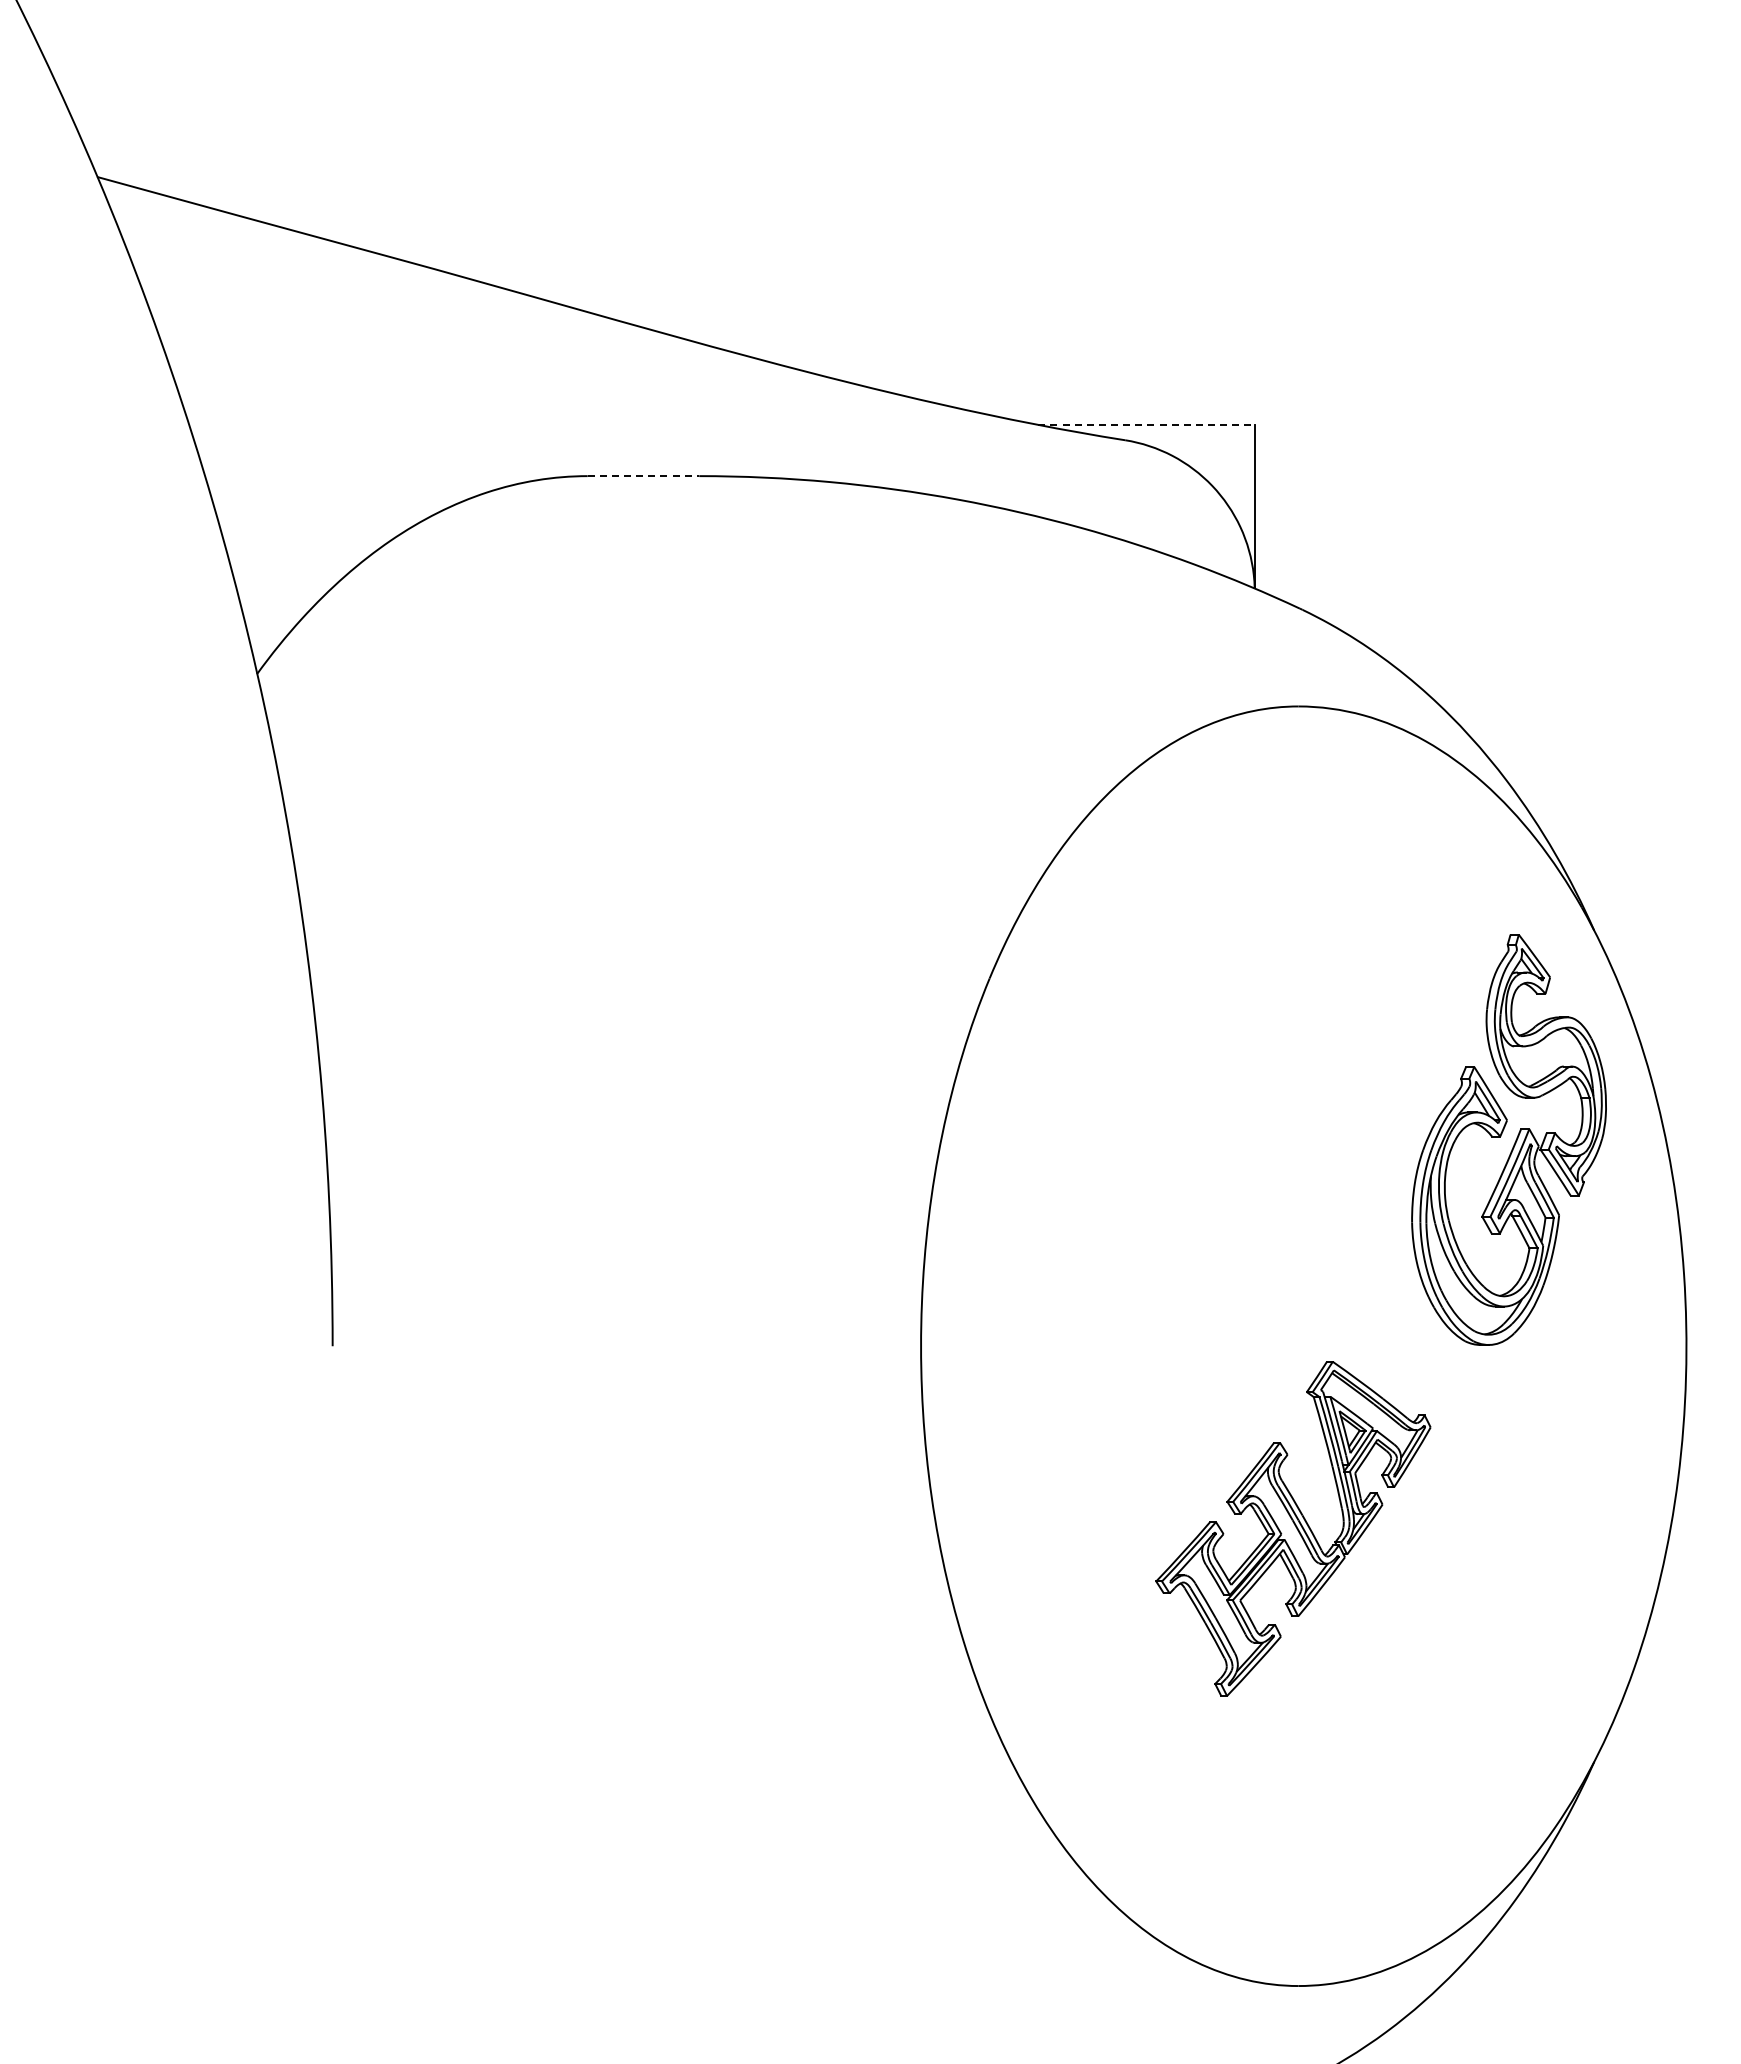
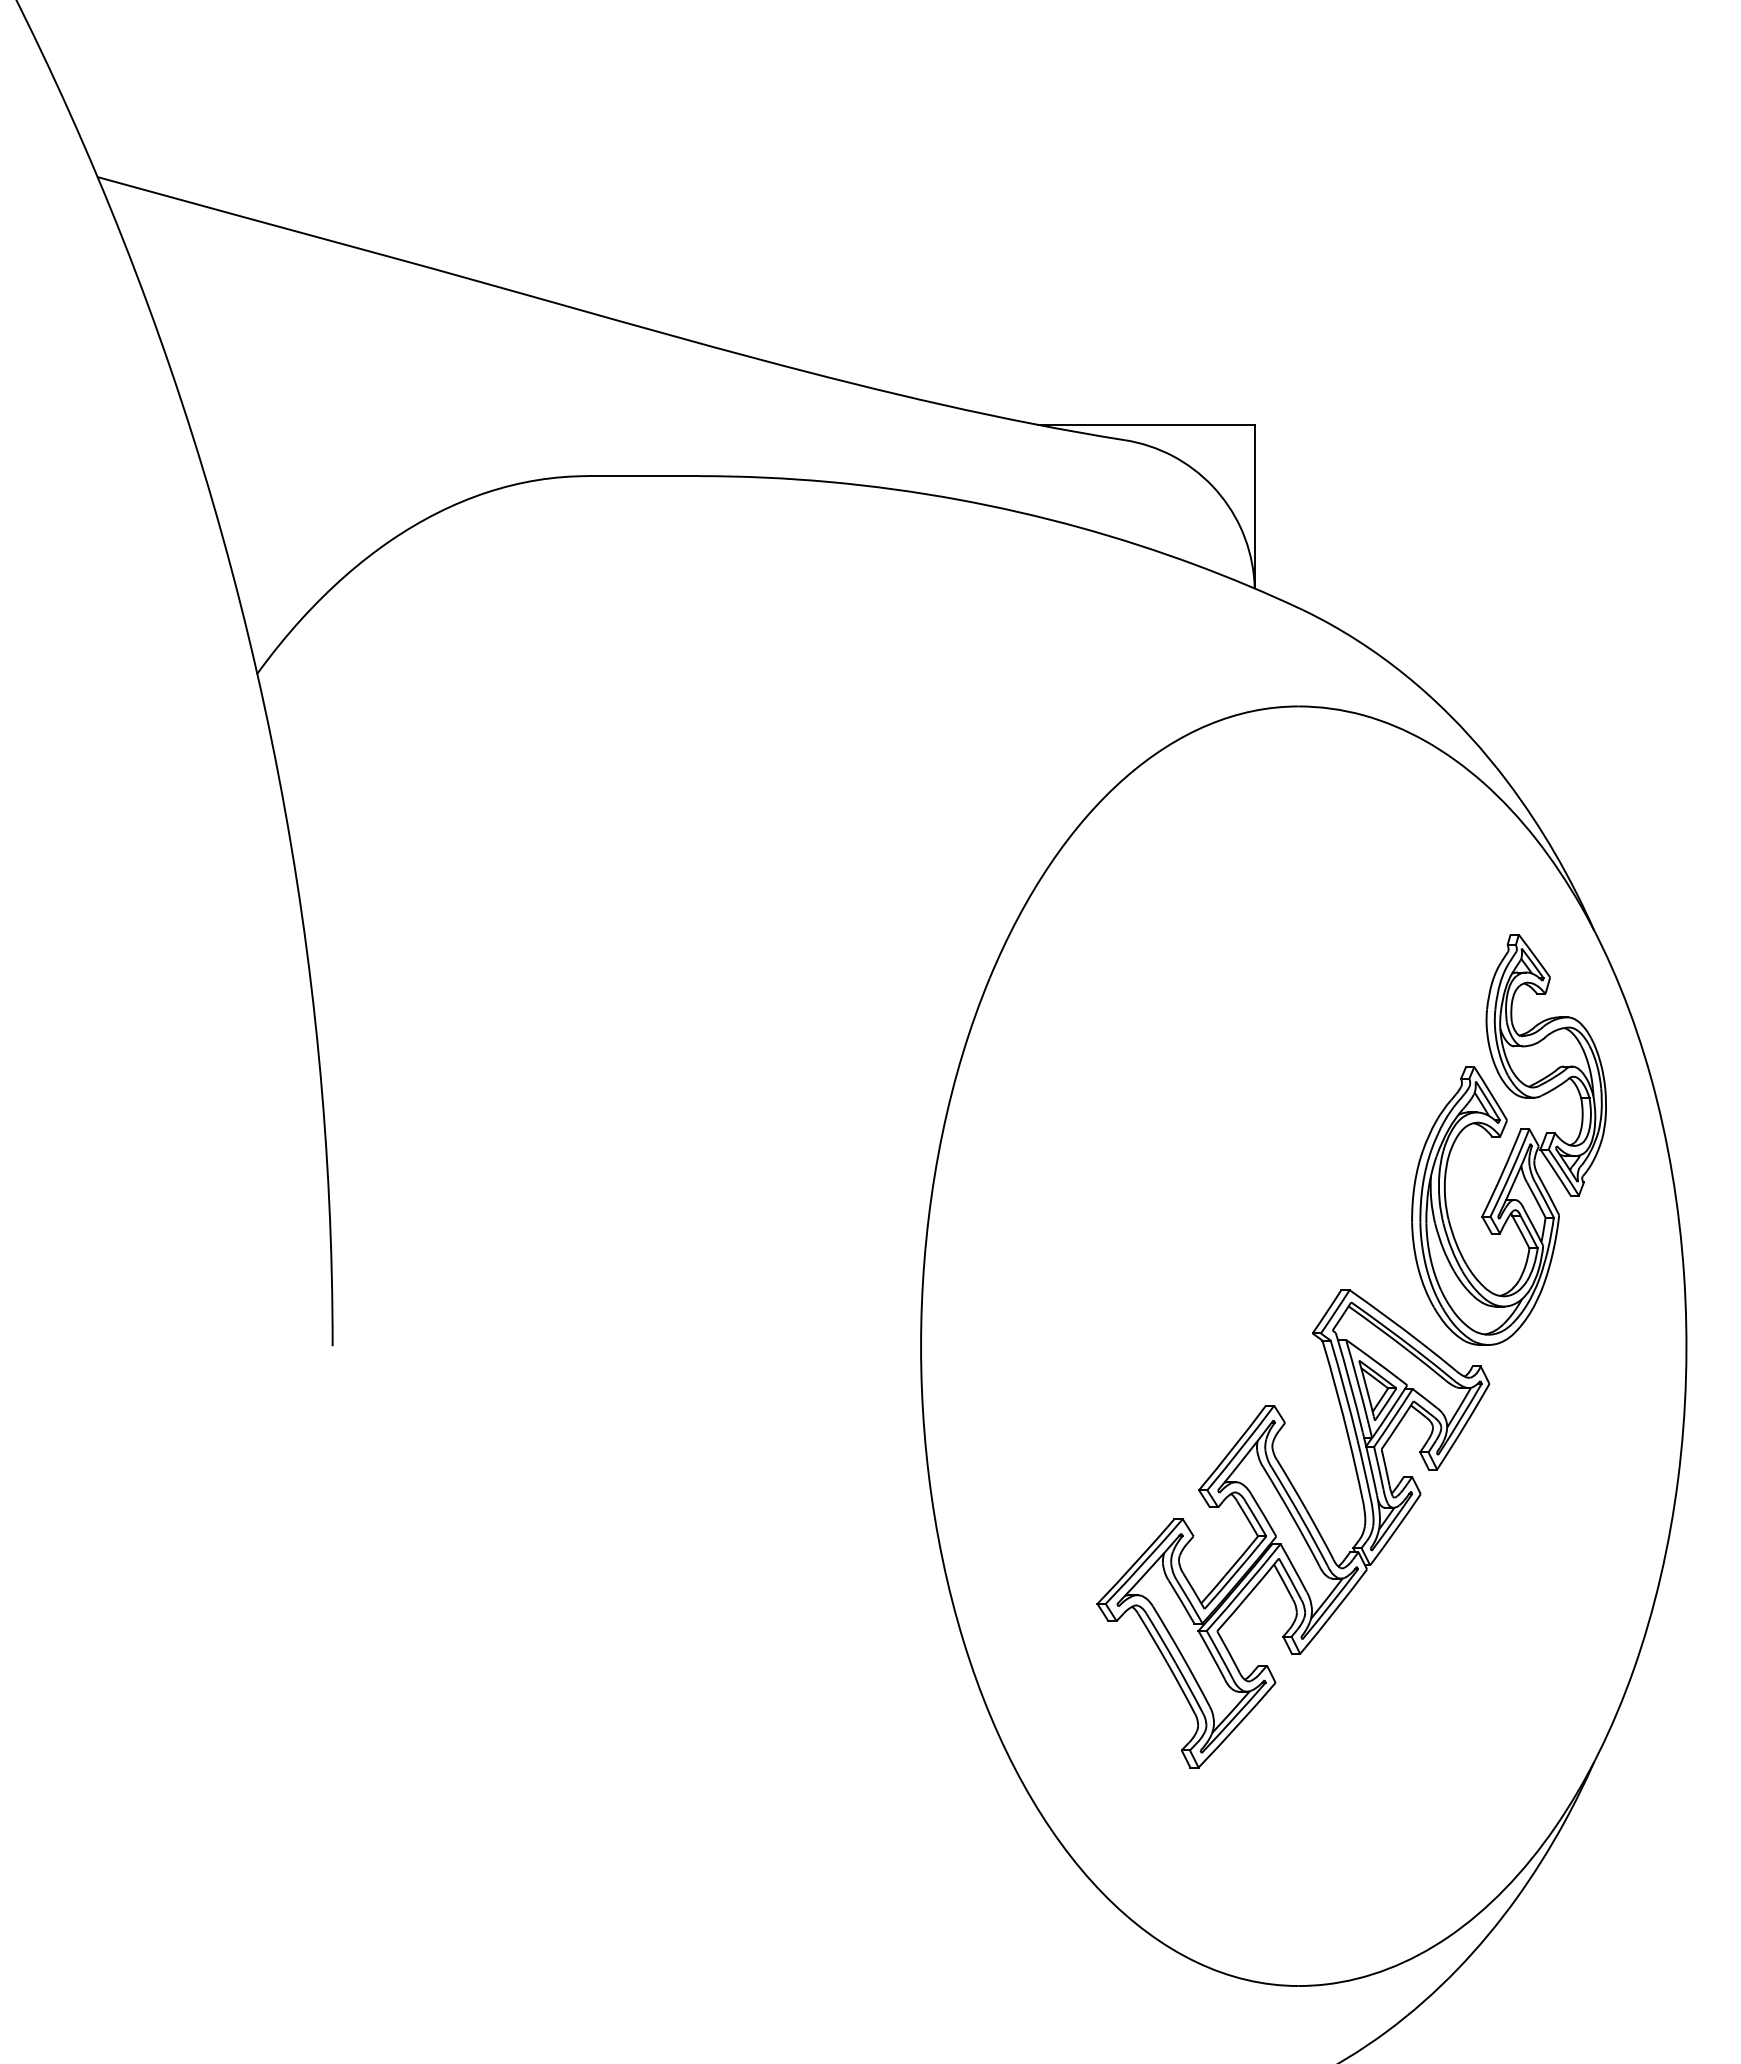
line at (1147, 424): dashed -> solid
line at (643, 476): dashed -> solid
part at (1293, 1528) size: 277x336 px -> 395x480 px
